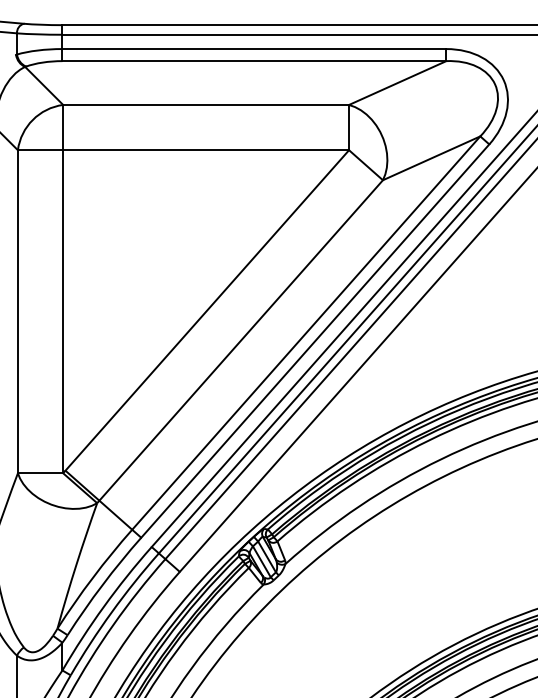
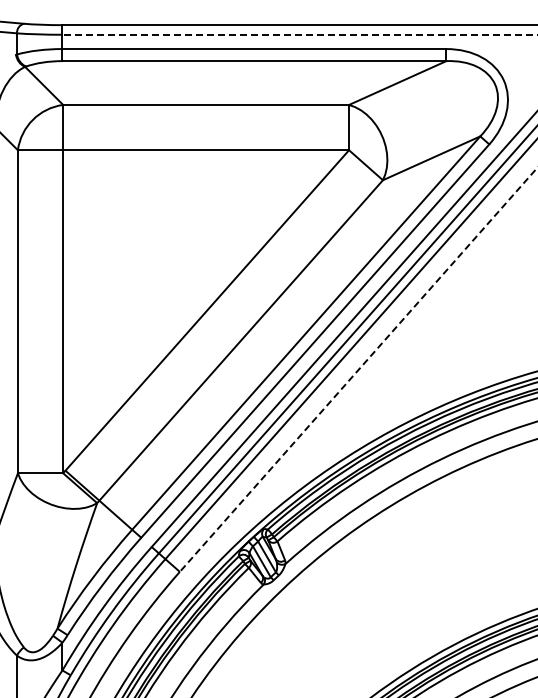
line at (299, 34): solid -> dashed
line at (358, 369): solid -> dashed
